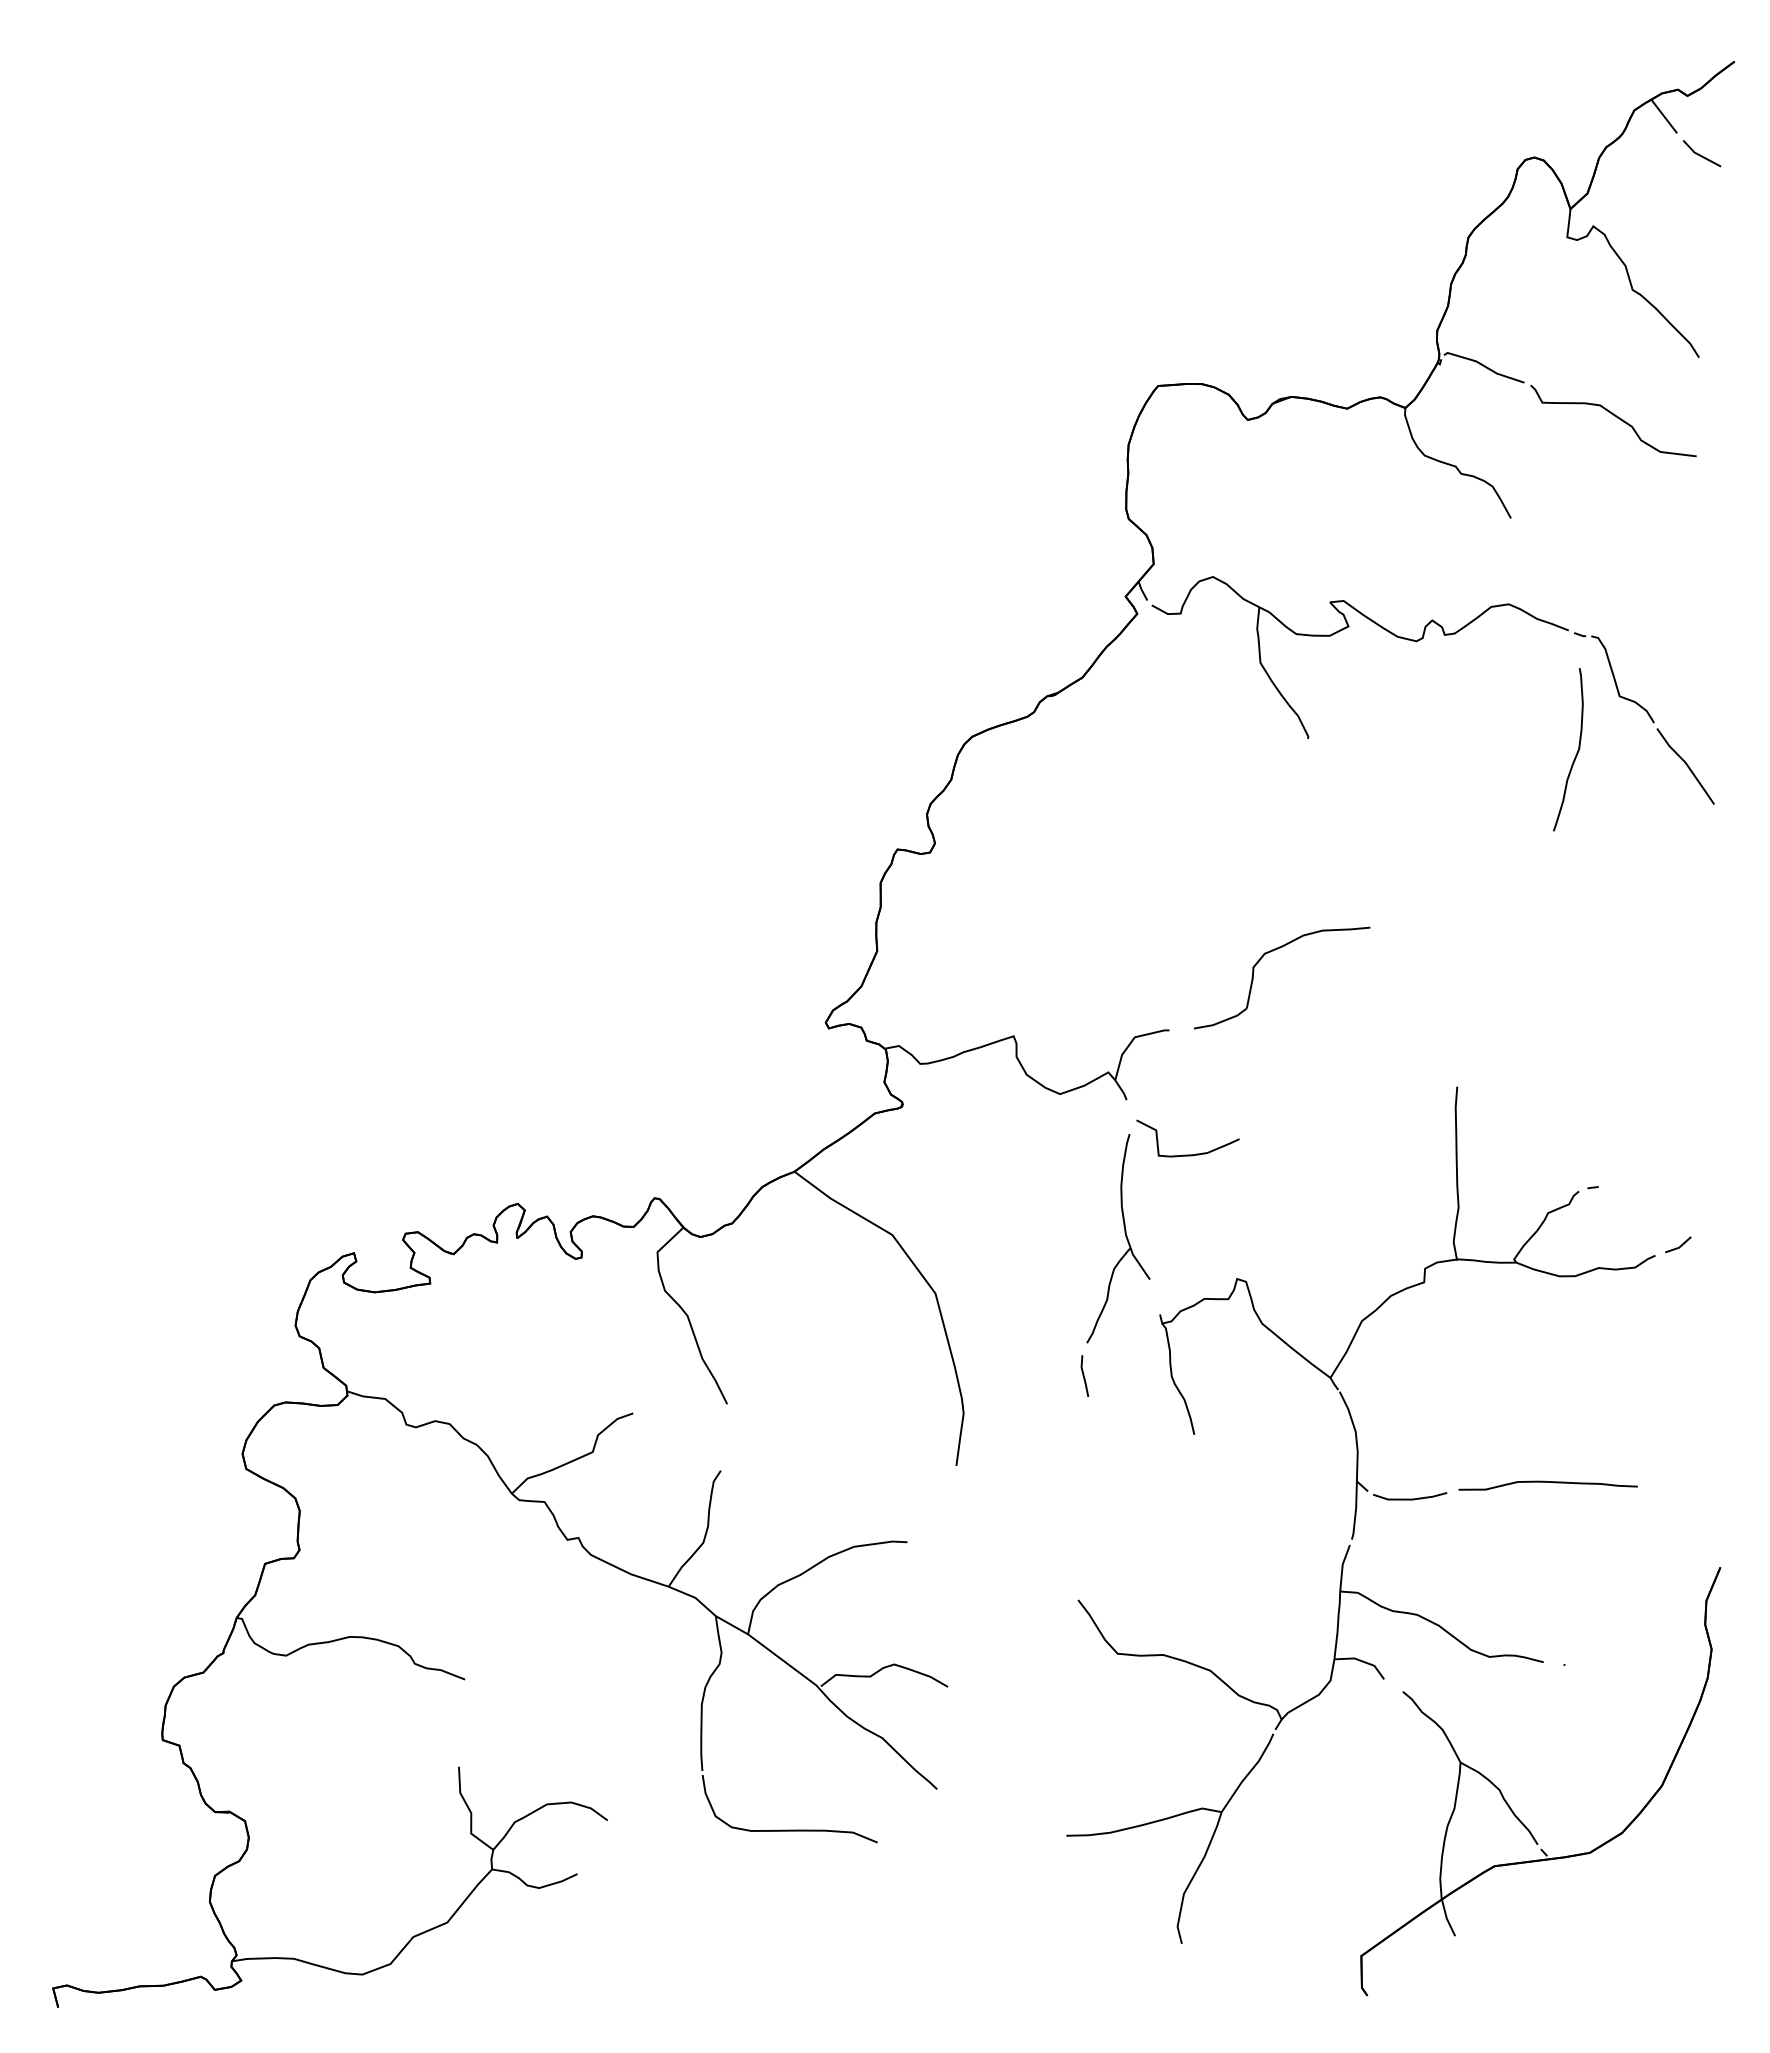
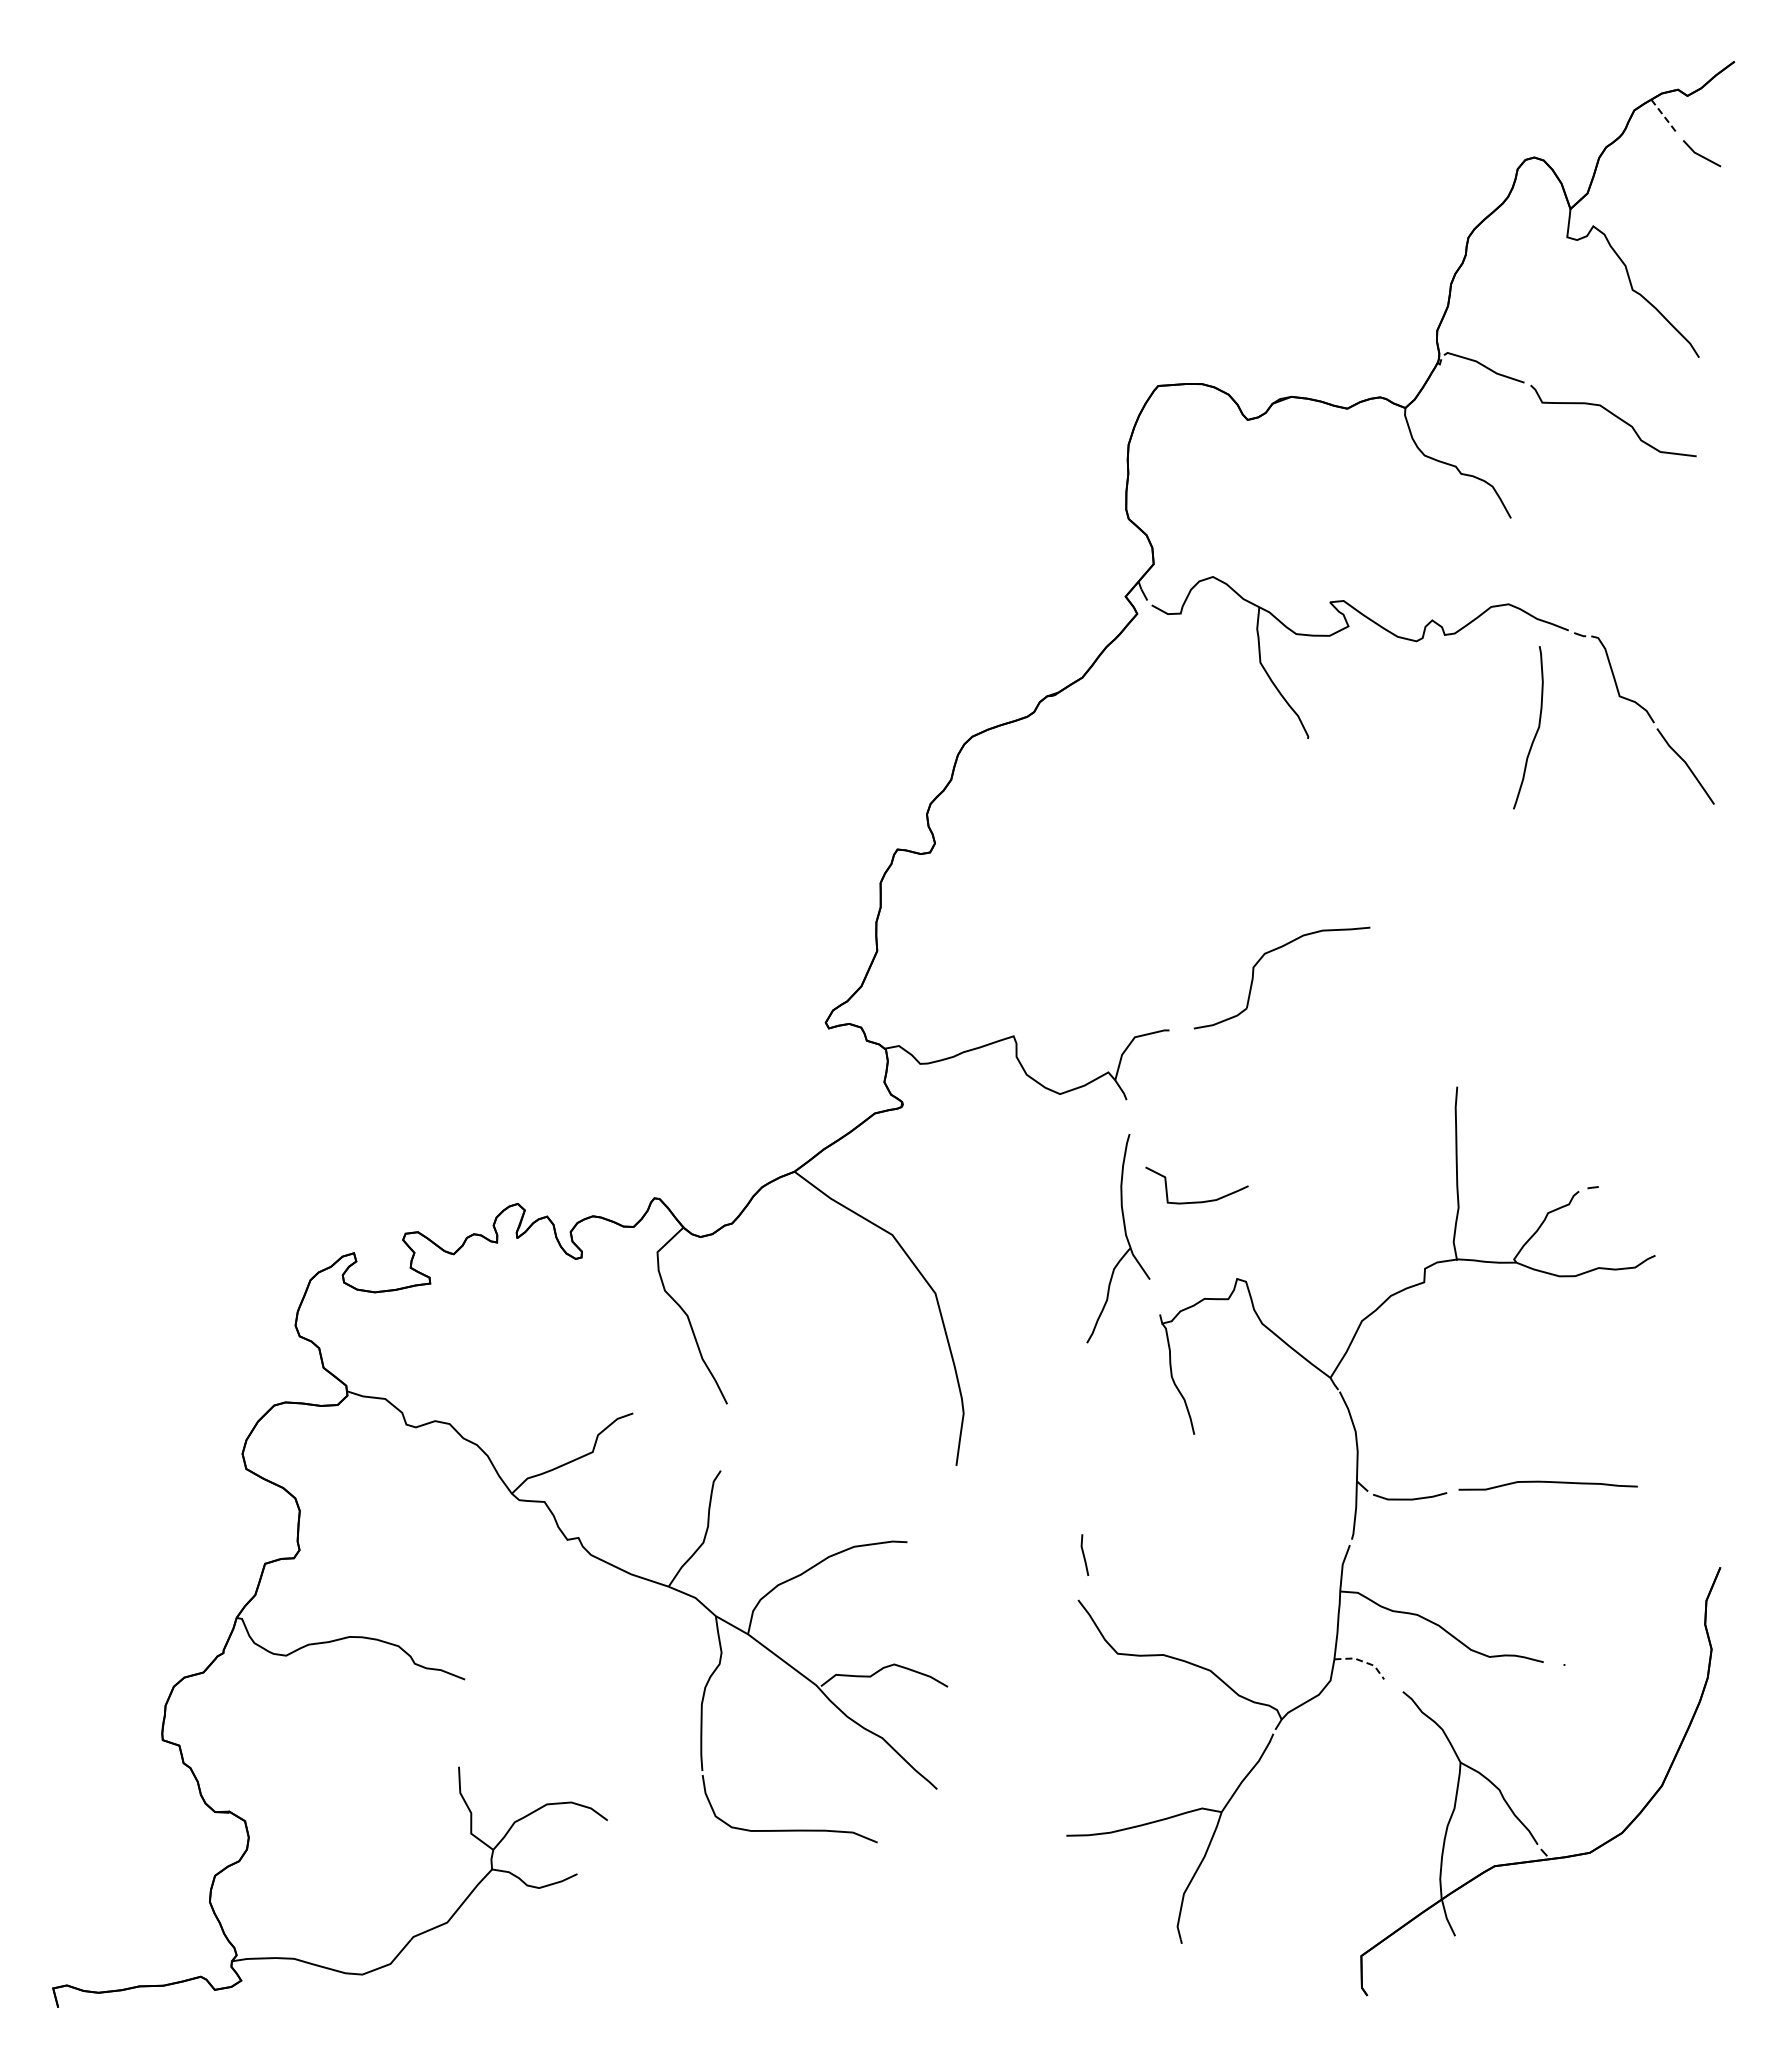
line at (1664, 116): solid -> dashed
curve at (1576, 752) position: (1576, 752) -> (1536, 730)
curve at (1187, 1154) position: (1187, 1154) -> (1196, 1201)
line at (1678, 1246): present -> none
line at (1084, 1375) position: (1084, 1375) -> (1084, 1554)
line at (1362, 1661): solid -> dashed
